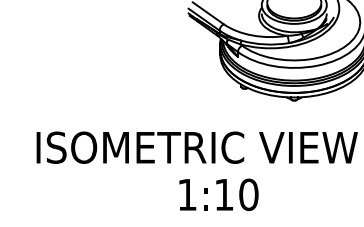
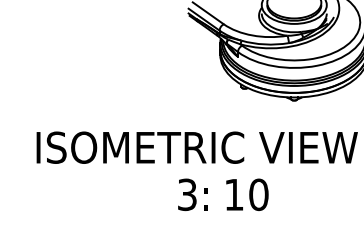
text at (187, 194): 1 -> 3
text at (237, 194) position: (237, 194) -> (247, 194)
